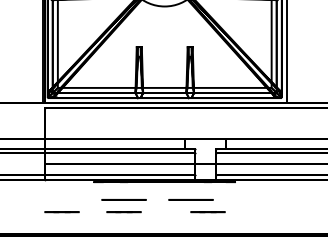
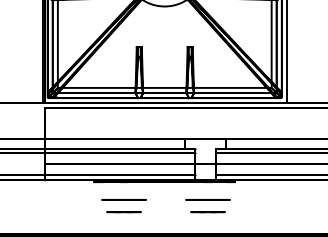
circle at (190, 199) position: (190, 199) -> (207, 199)
line at (61, 212): present -> none
